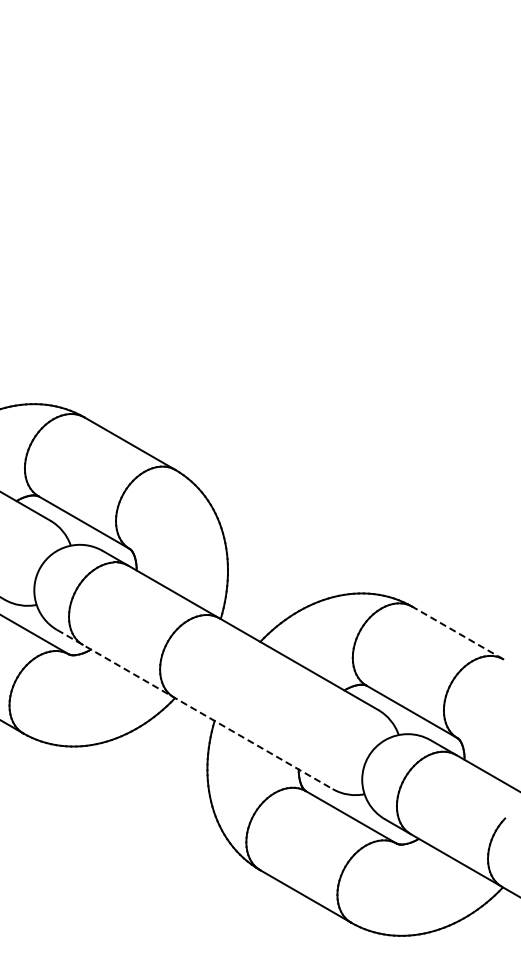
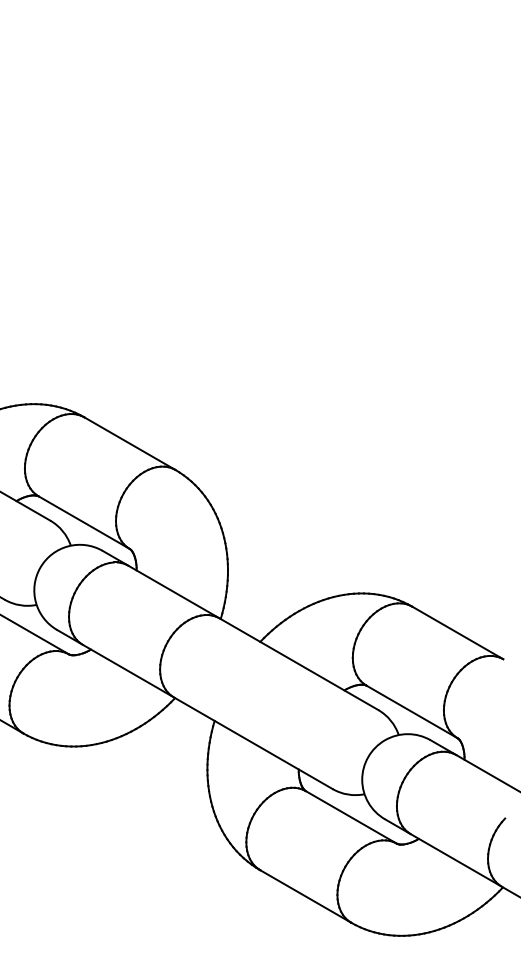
line at (457, 632): dashed -> solid
line at (195, 709): dashed -> solid
